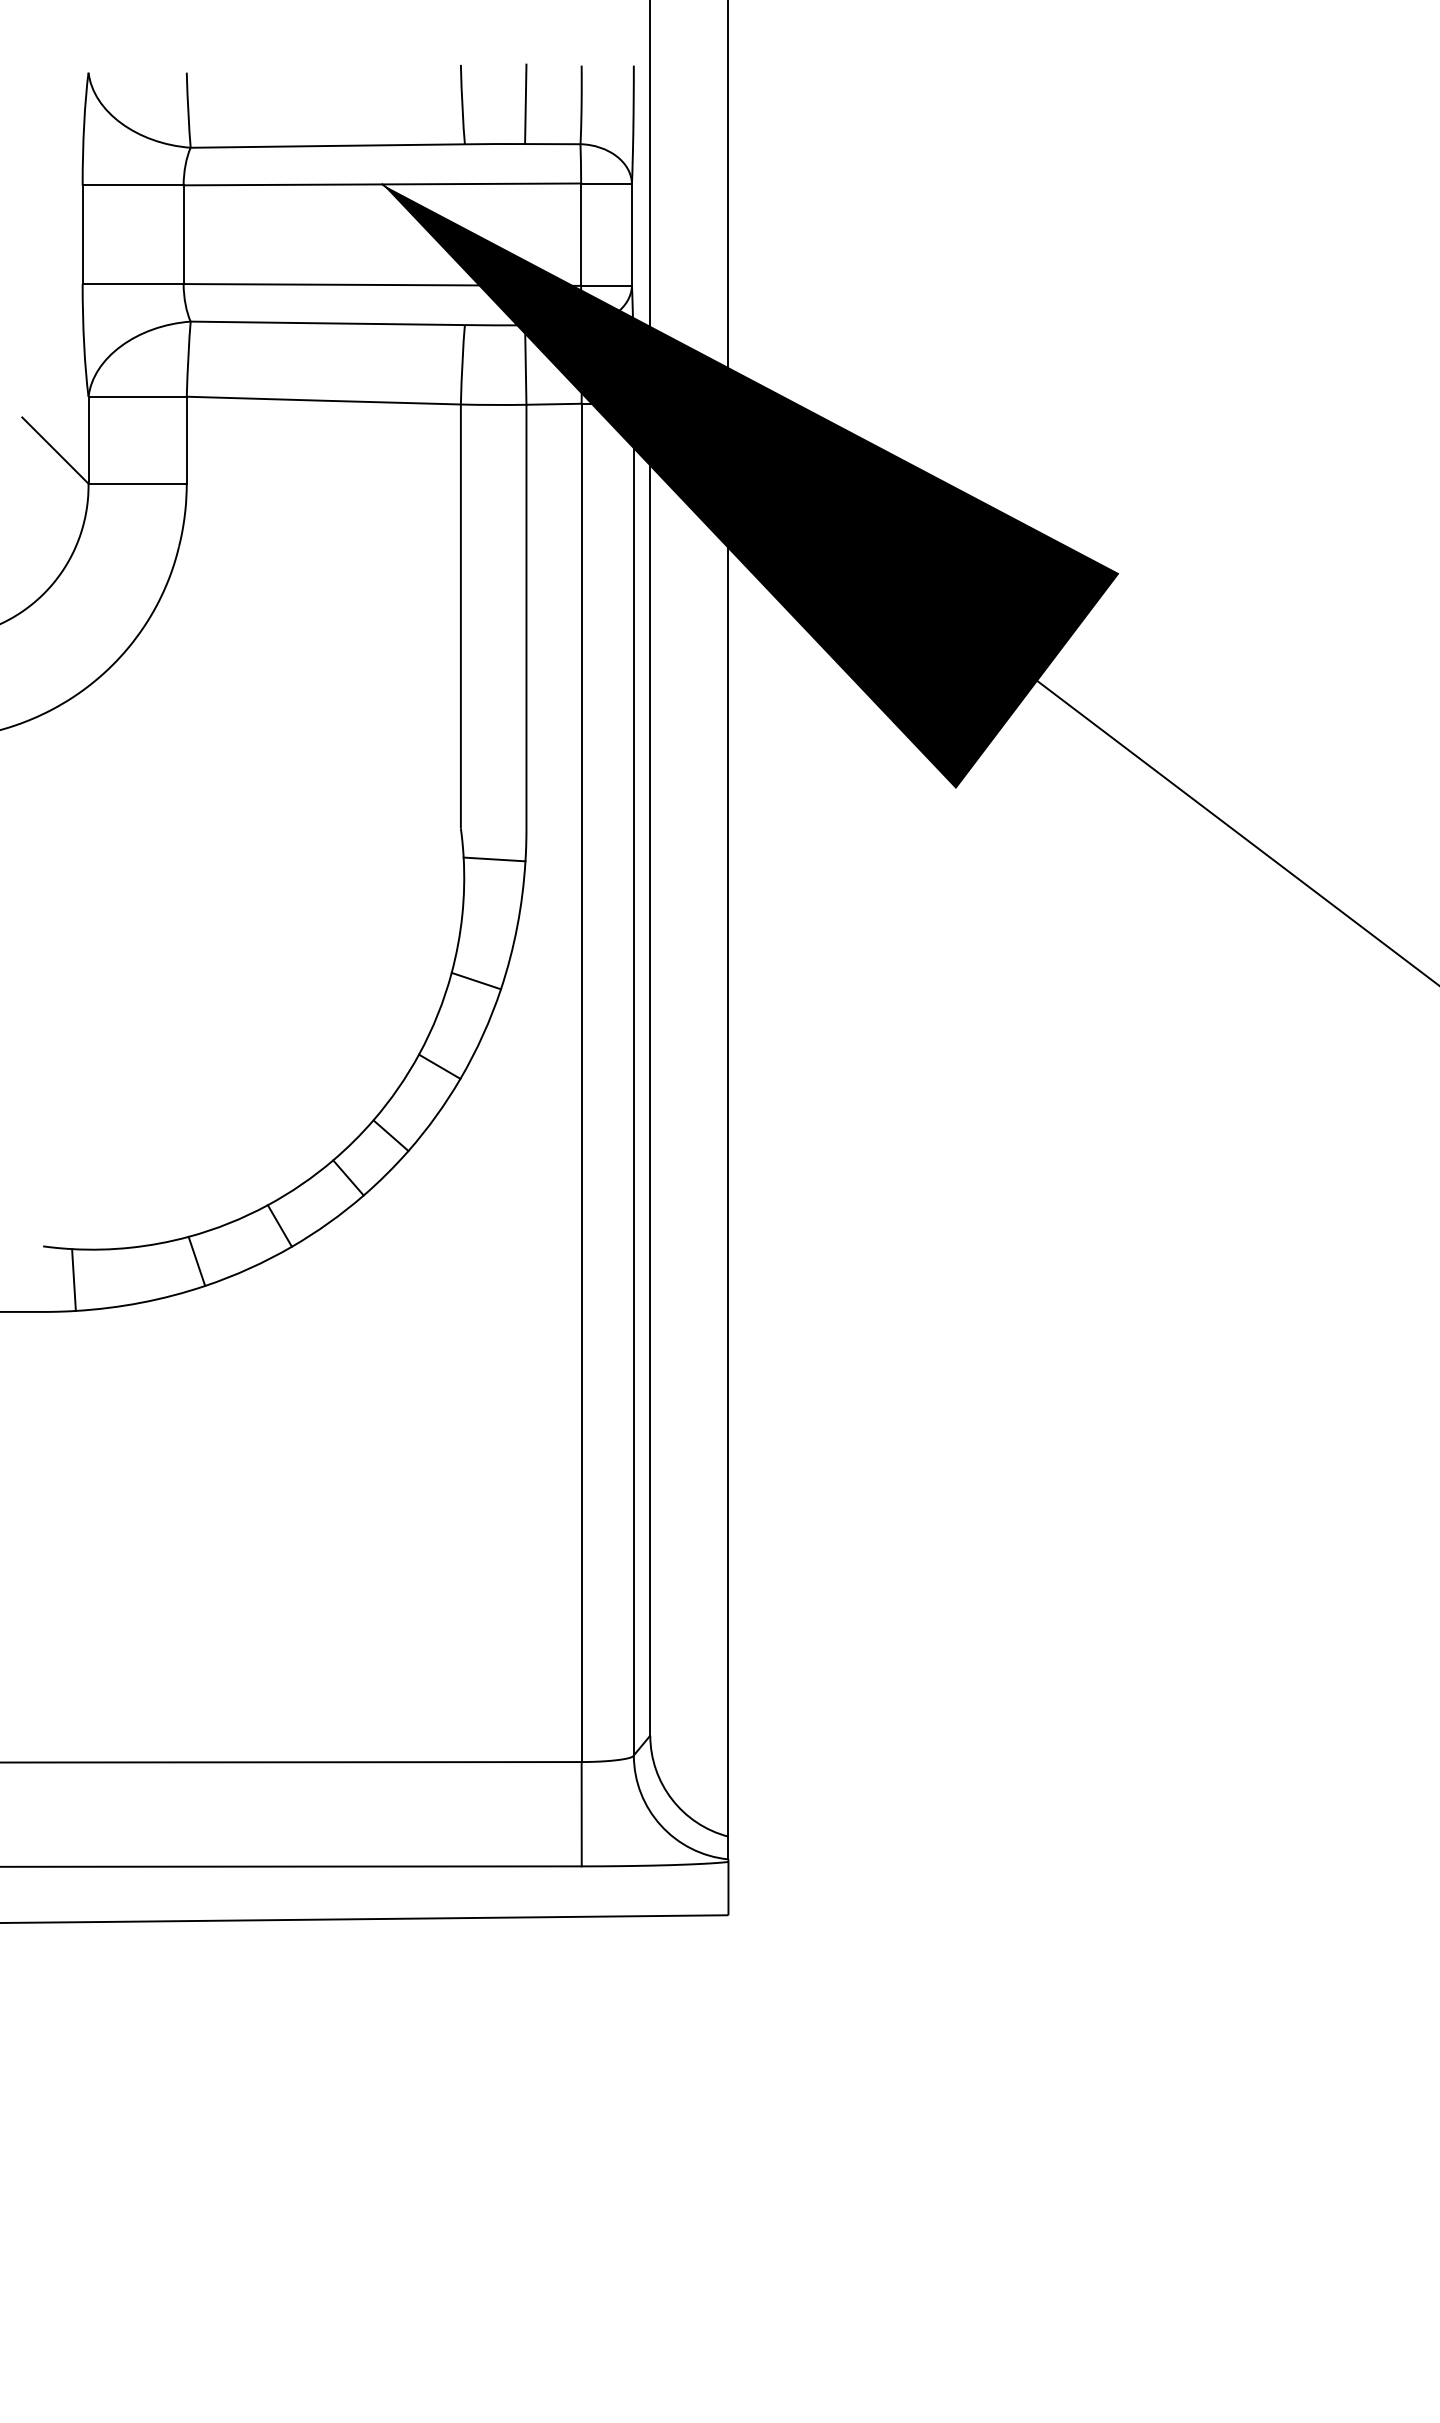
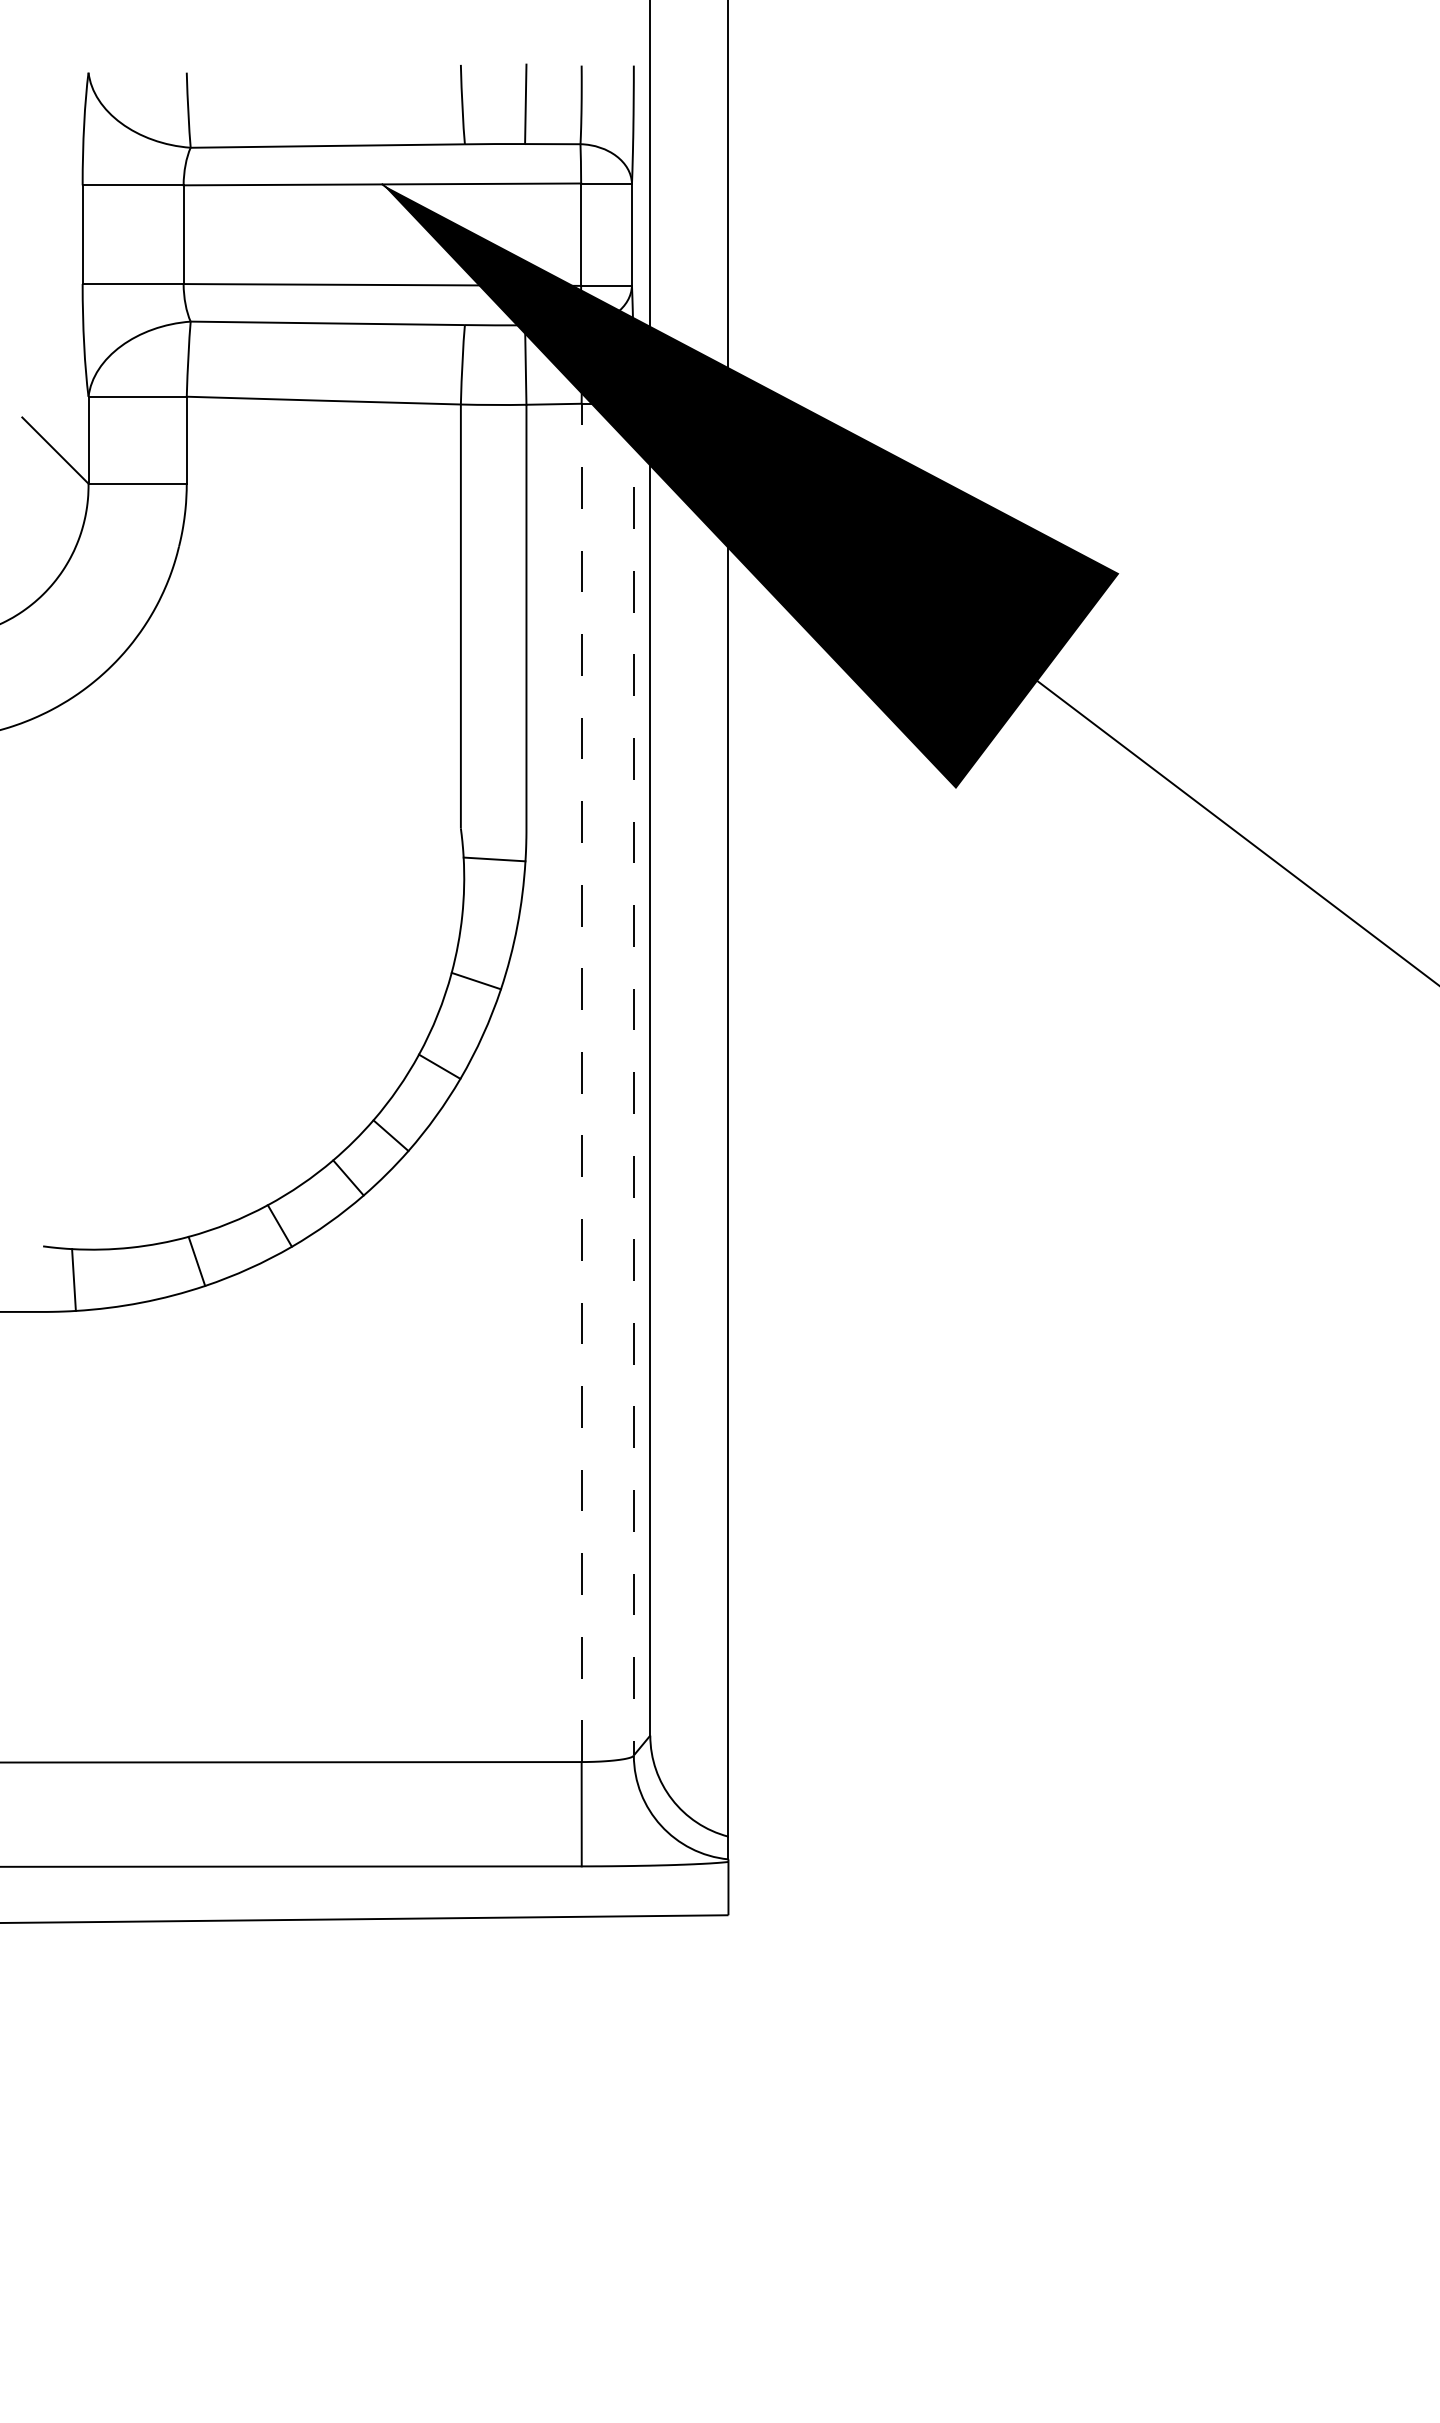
line at (633, 1079): solid -> dashed
line at (581, 1082): solid -> dashed
